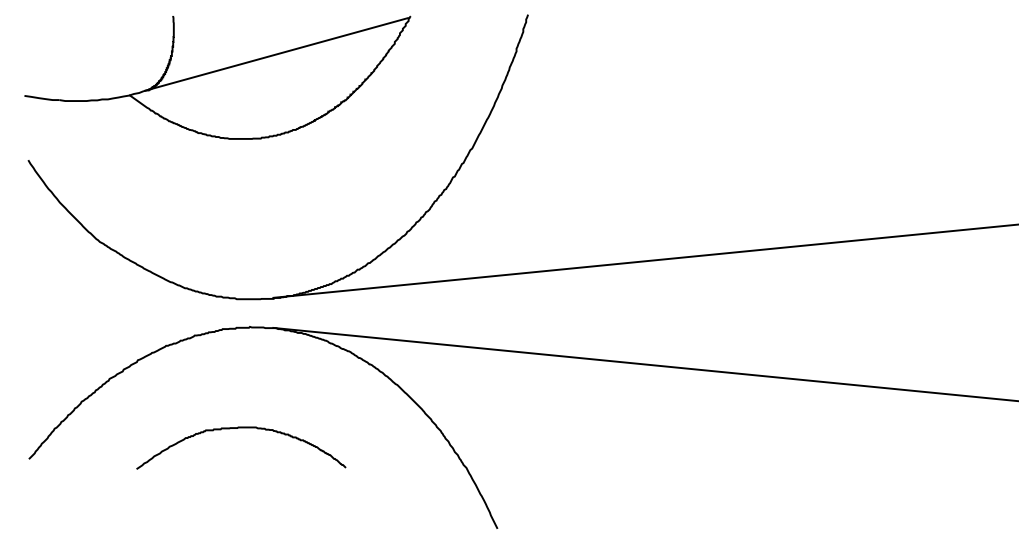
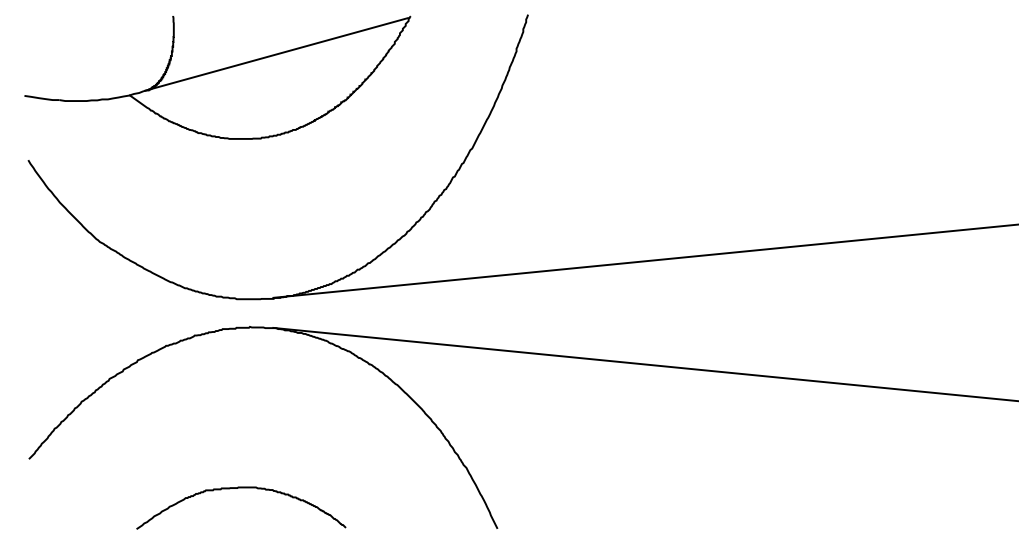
curve at (241, 428) position: (241, 428) -> (241, 488)
